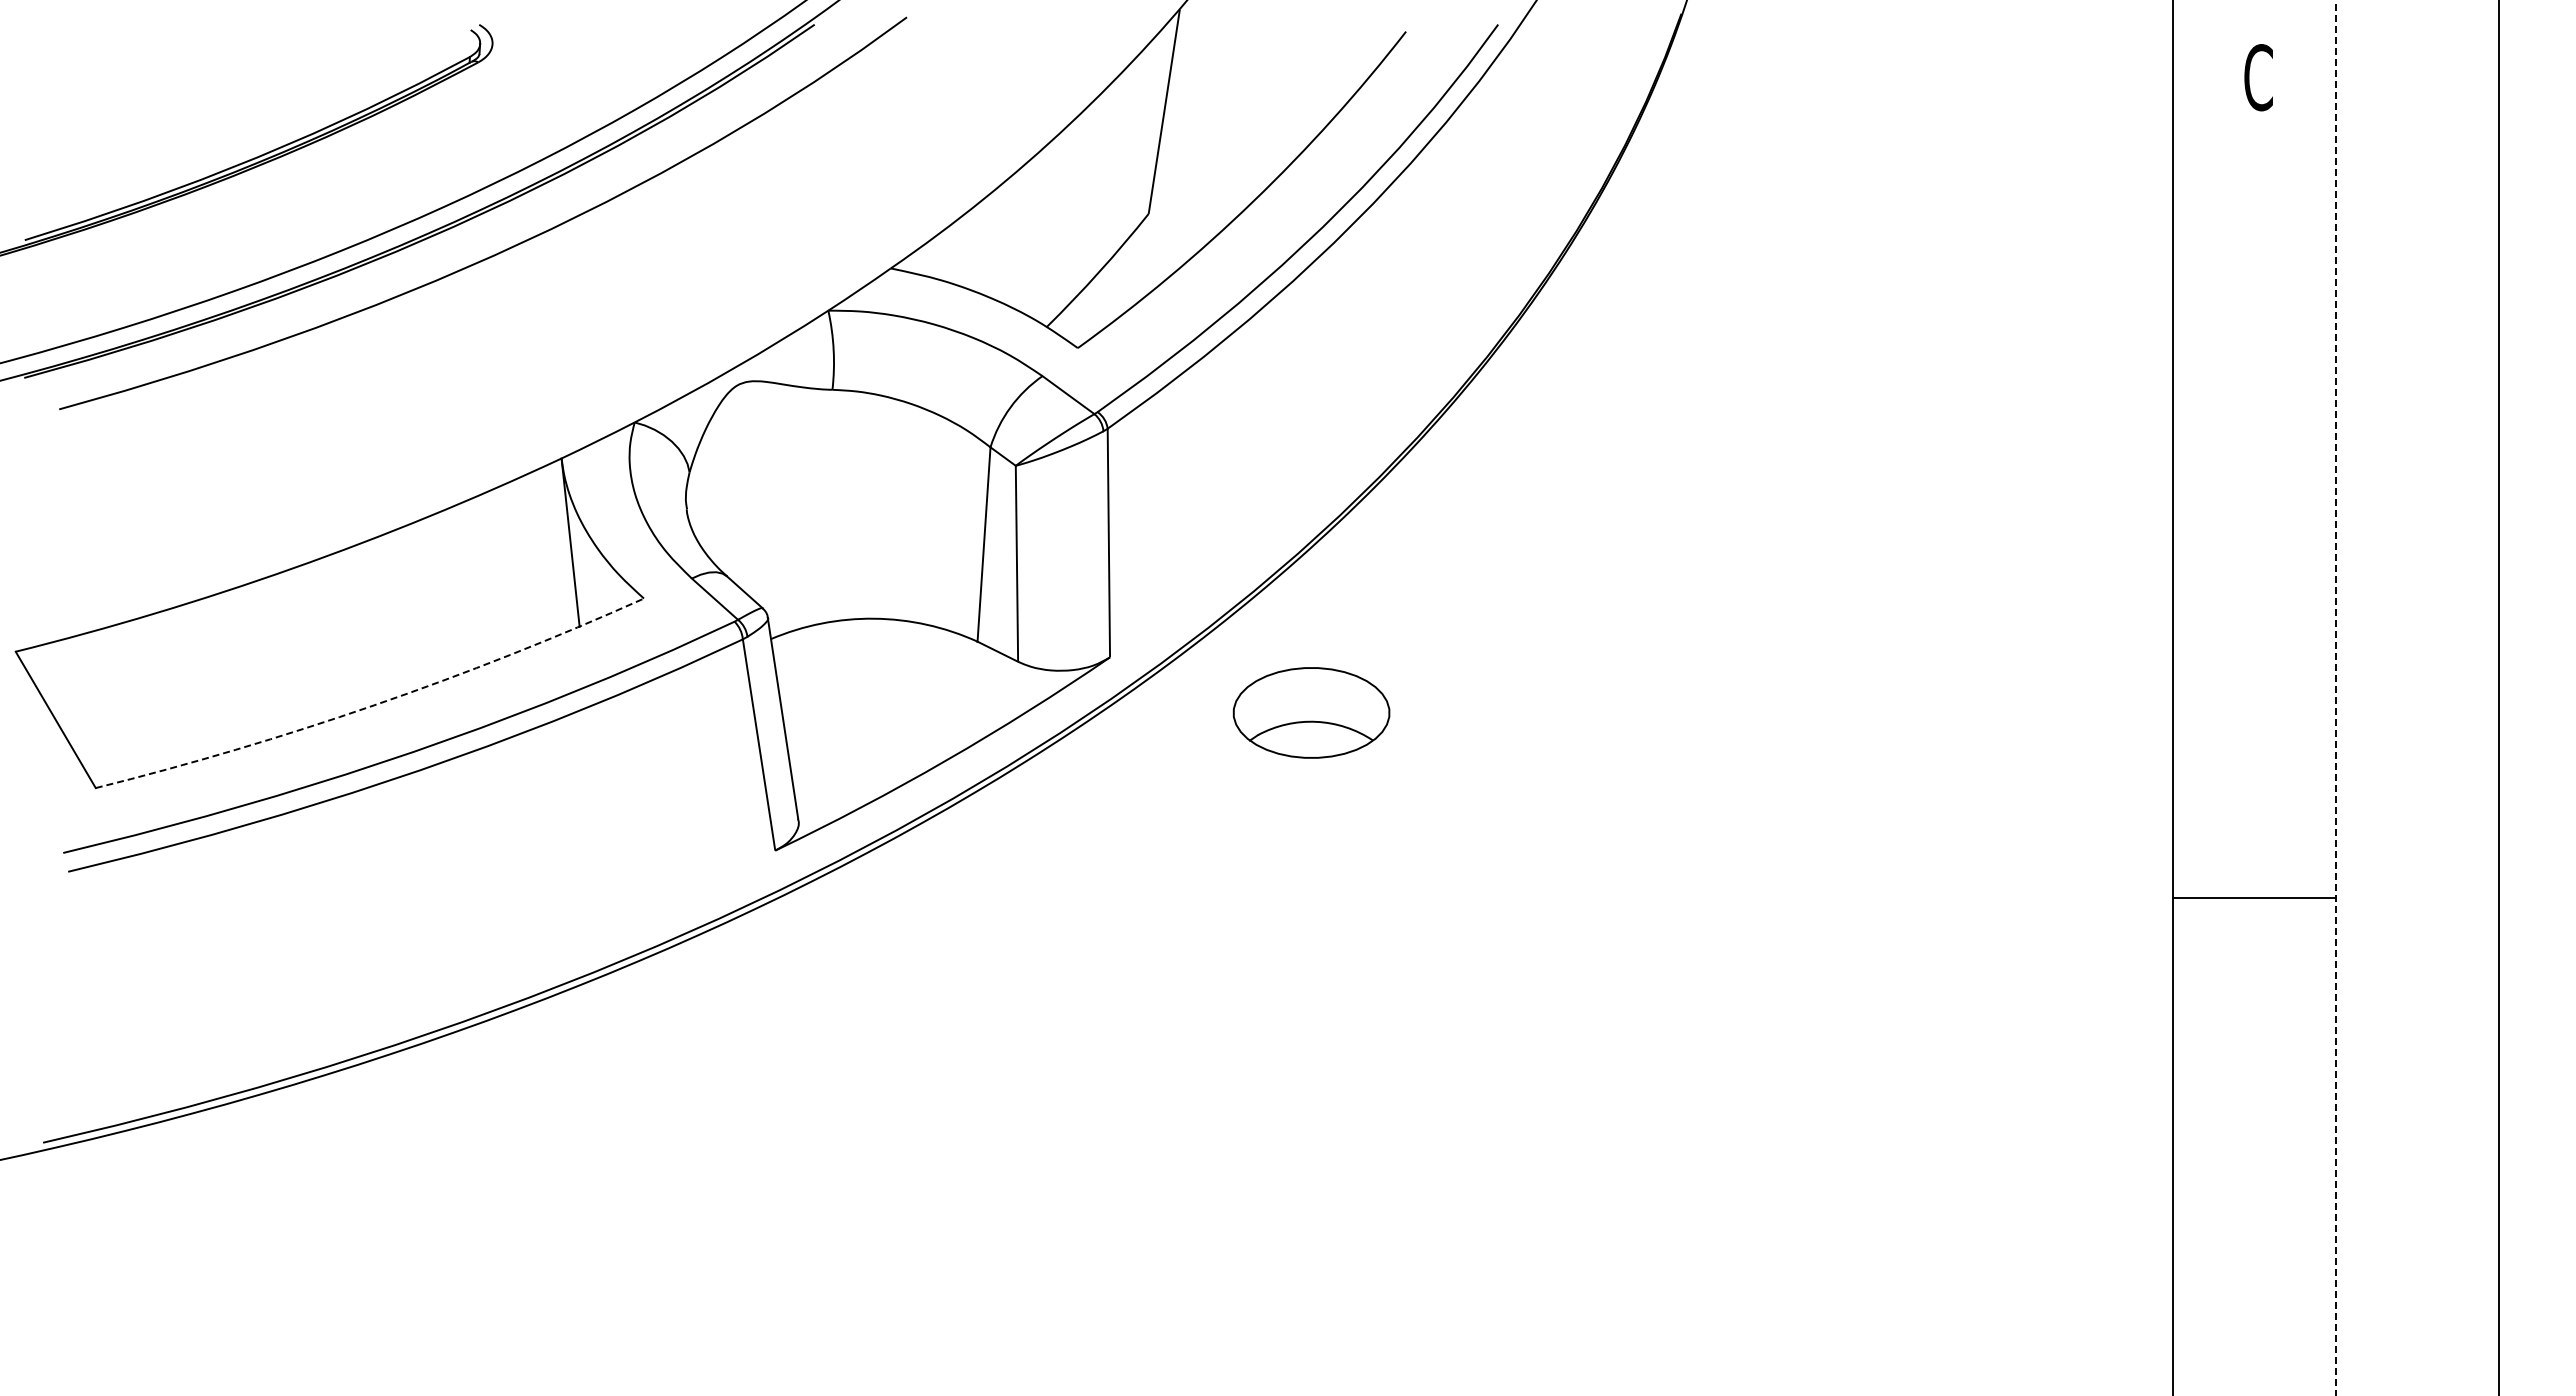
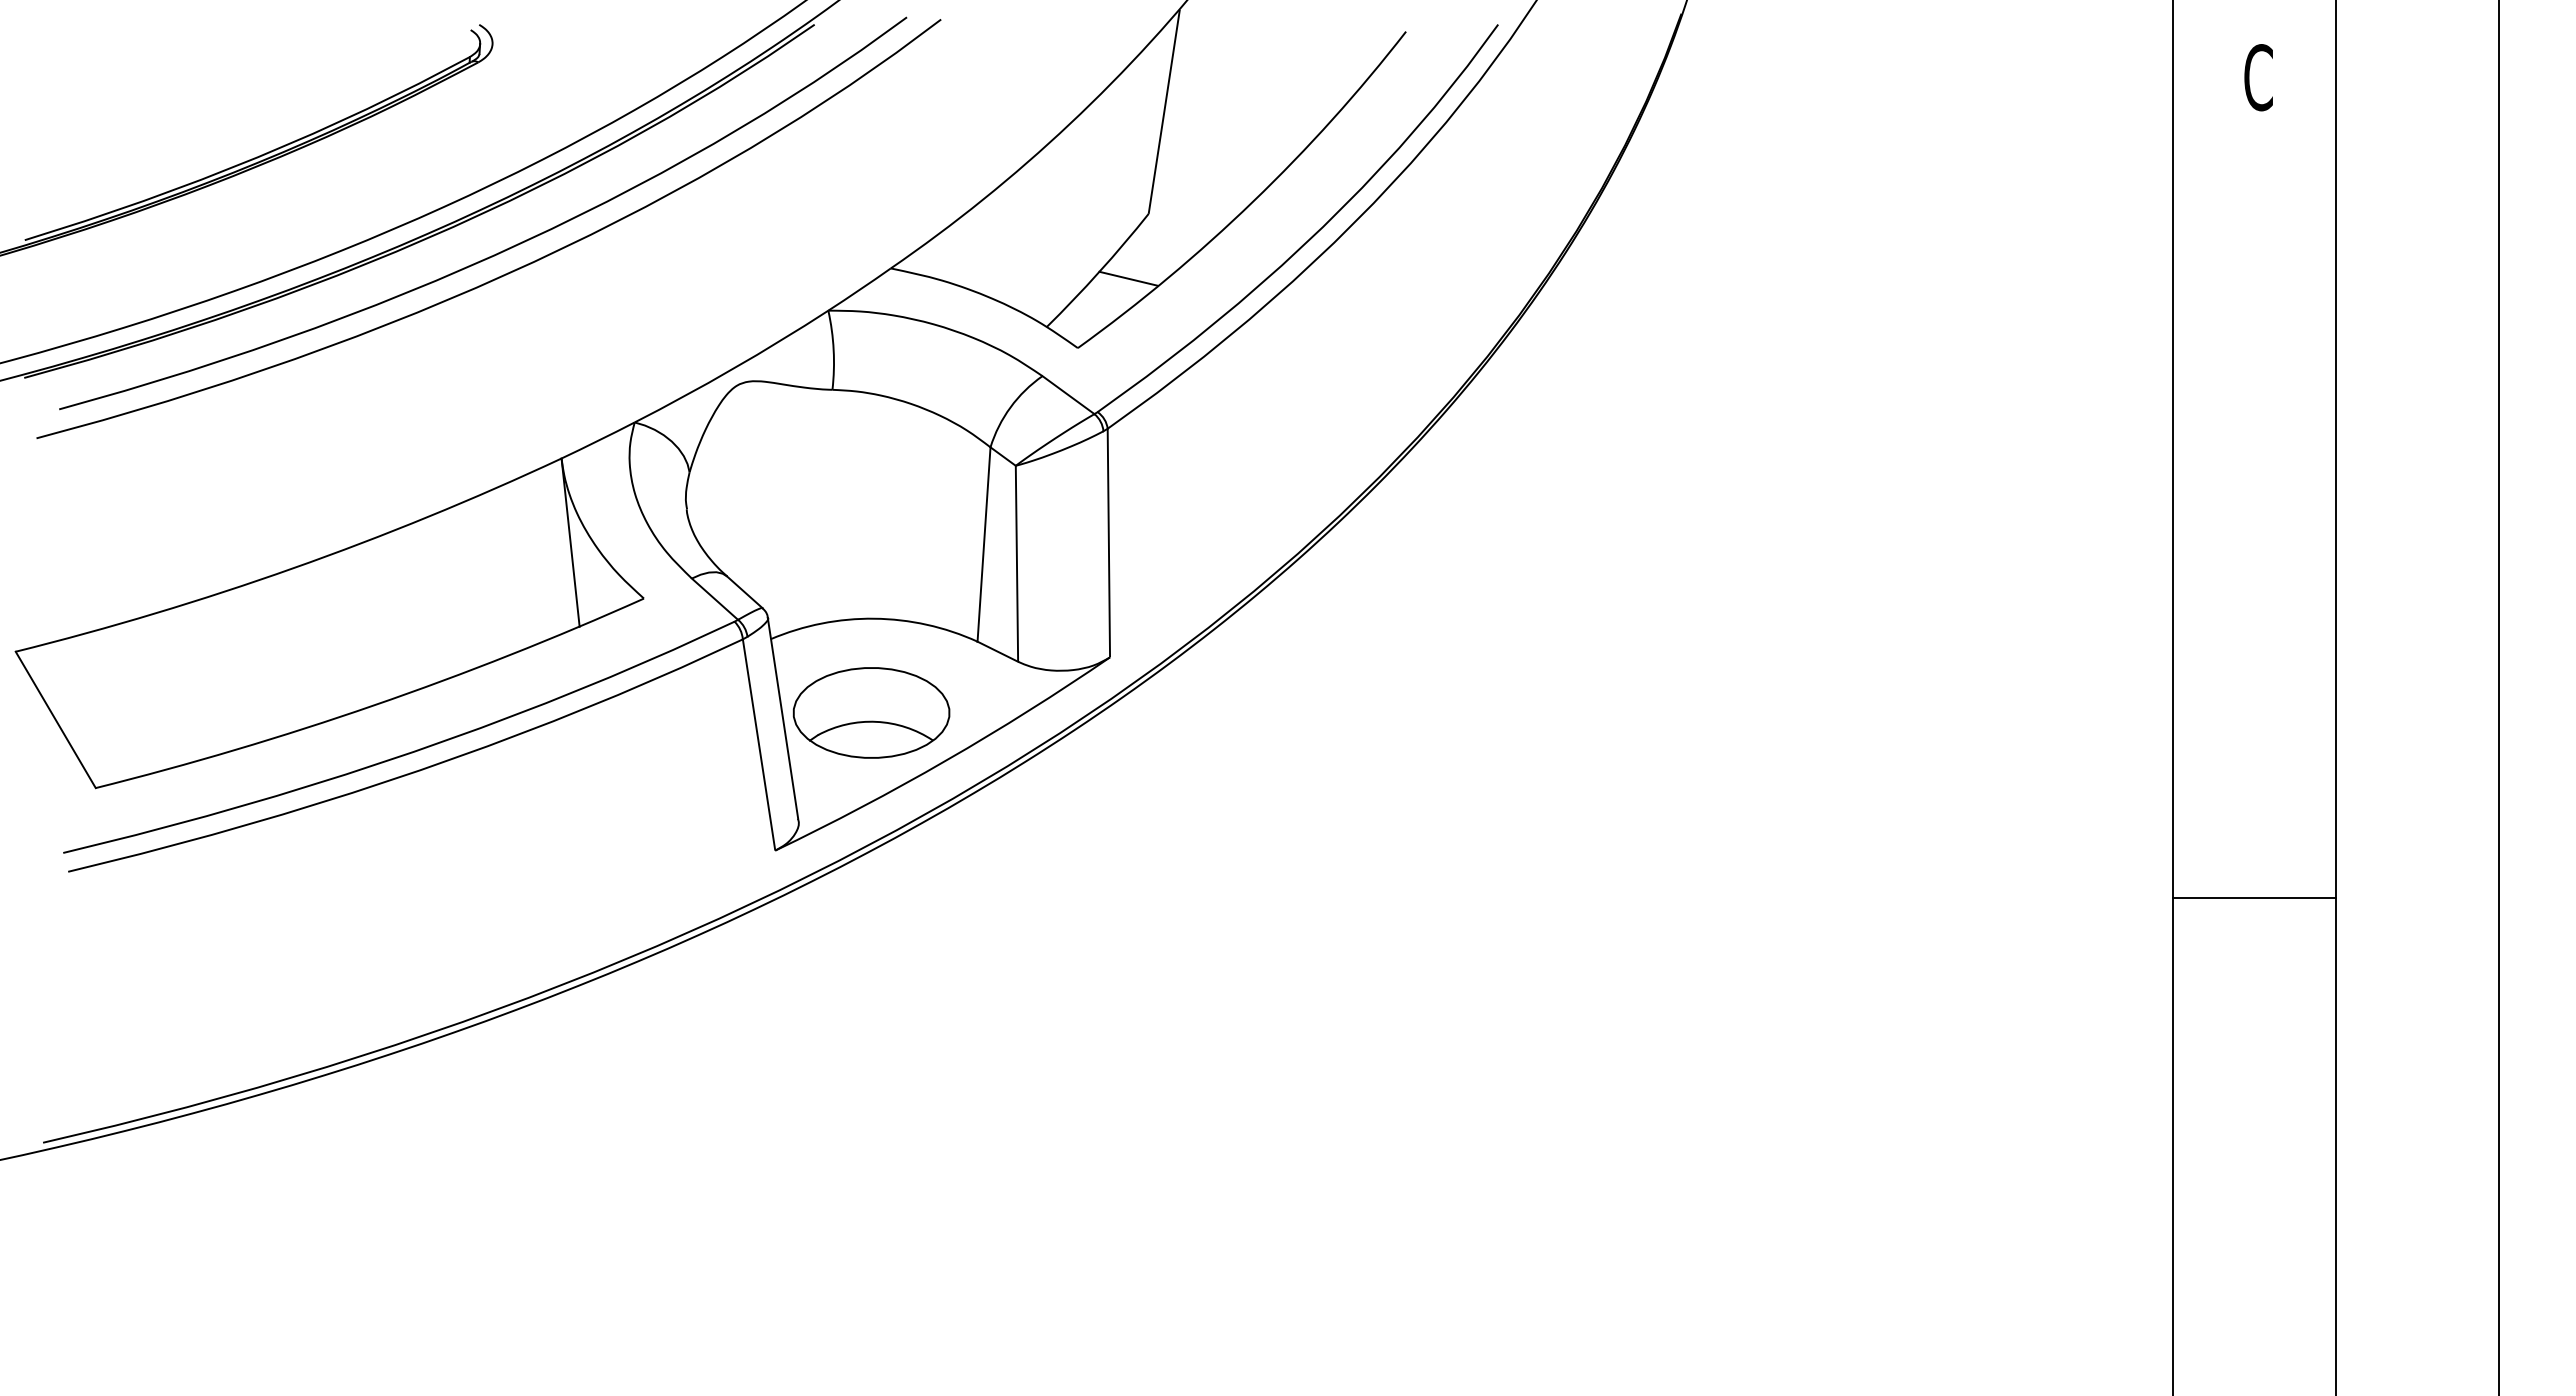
curve at (509, 271): none -> present
line at (1128, 278): none -> present
line at (2336, 698): dashed -> solid
arc at (374, 705): dashed -> solid
part at (1311, 712) position: (1311, 712) -> (871, 712)
